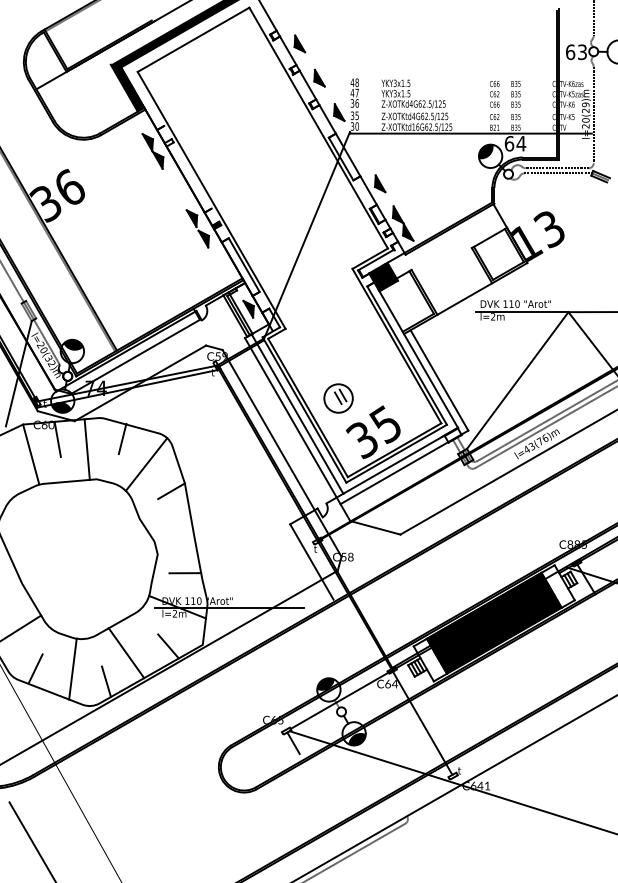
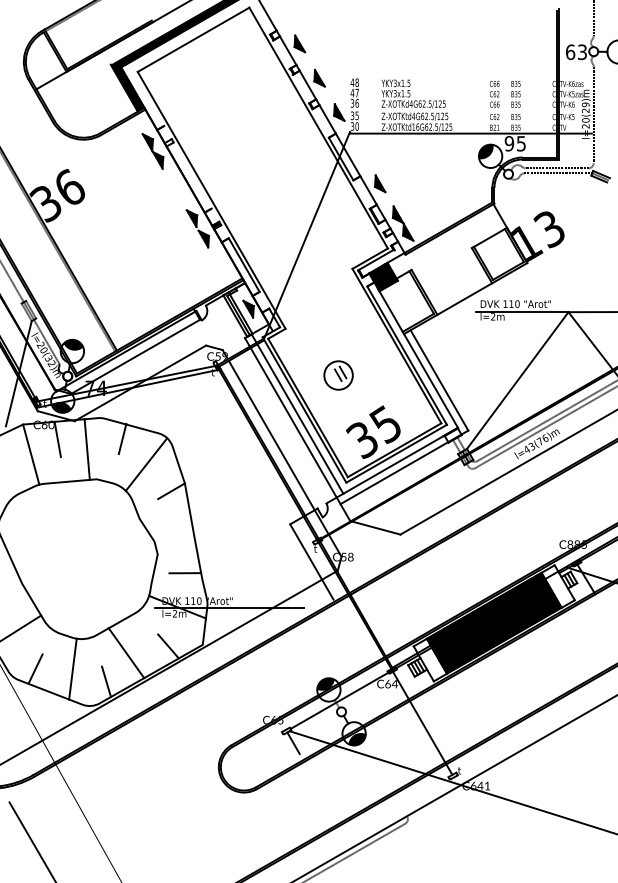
text at (515, 143): 64 -> 95
part at (338, 398) position: (338, 398) -> (338, 375)
